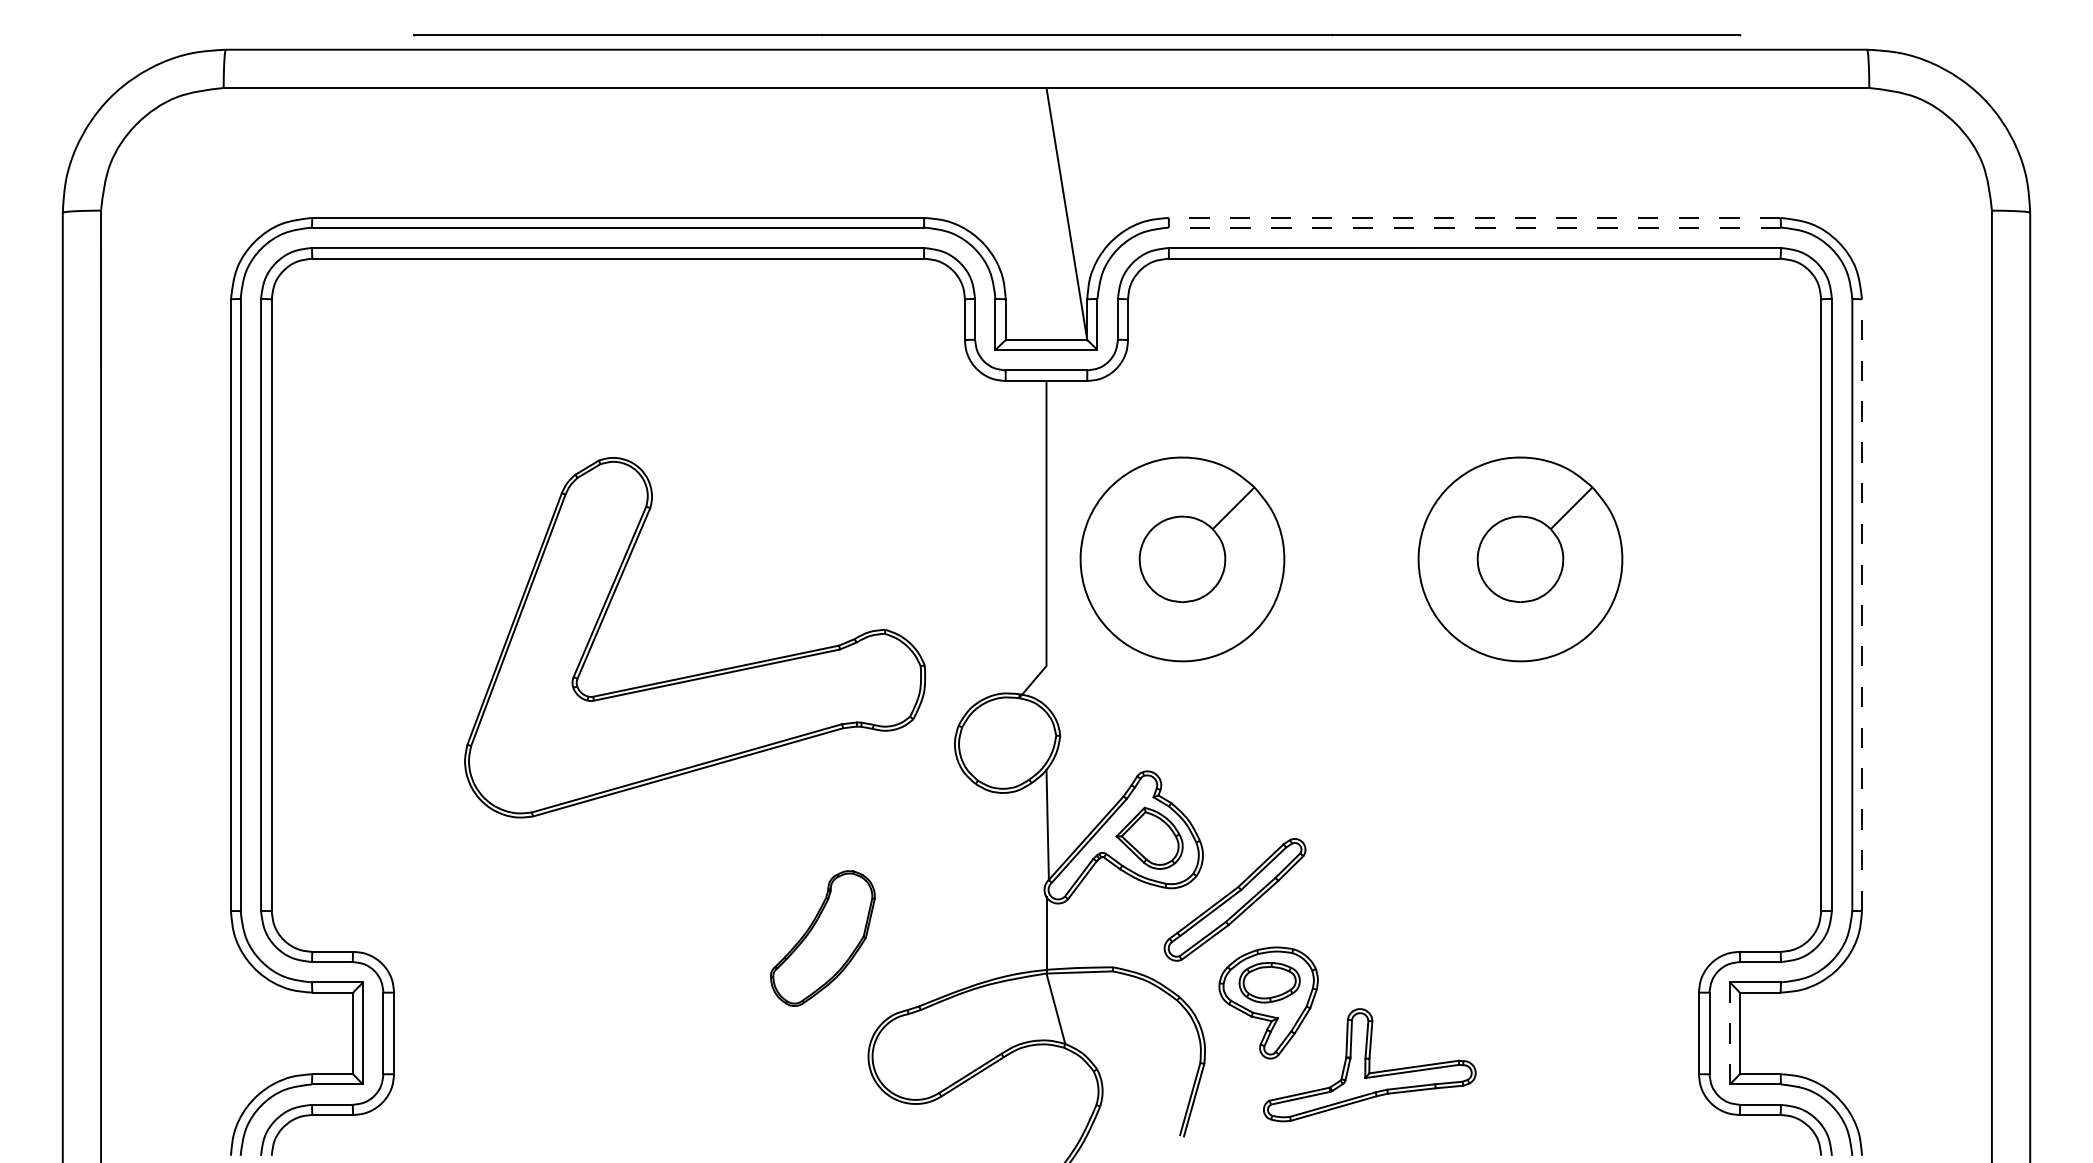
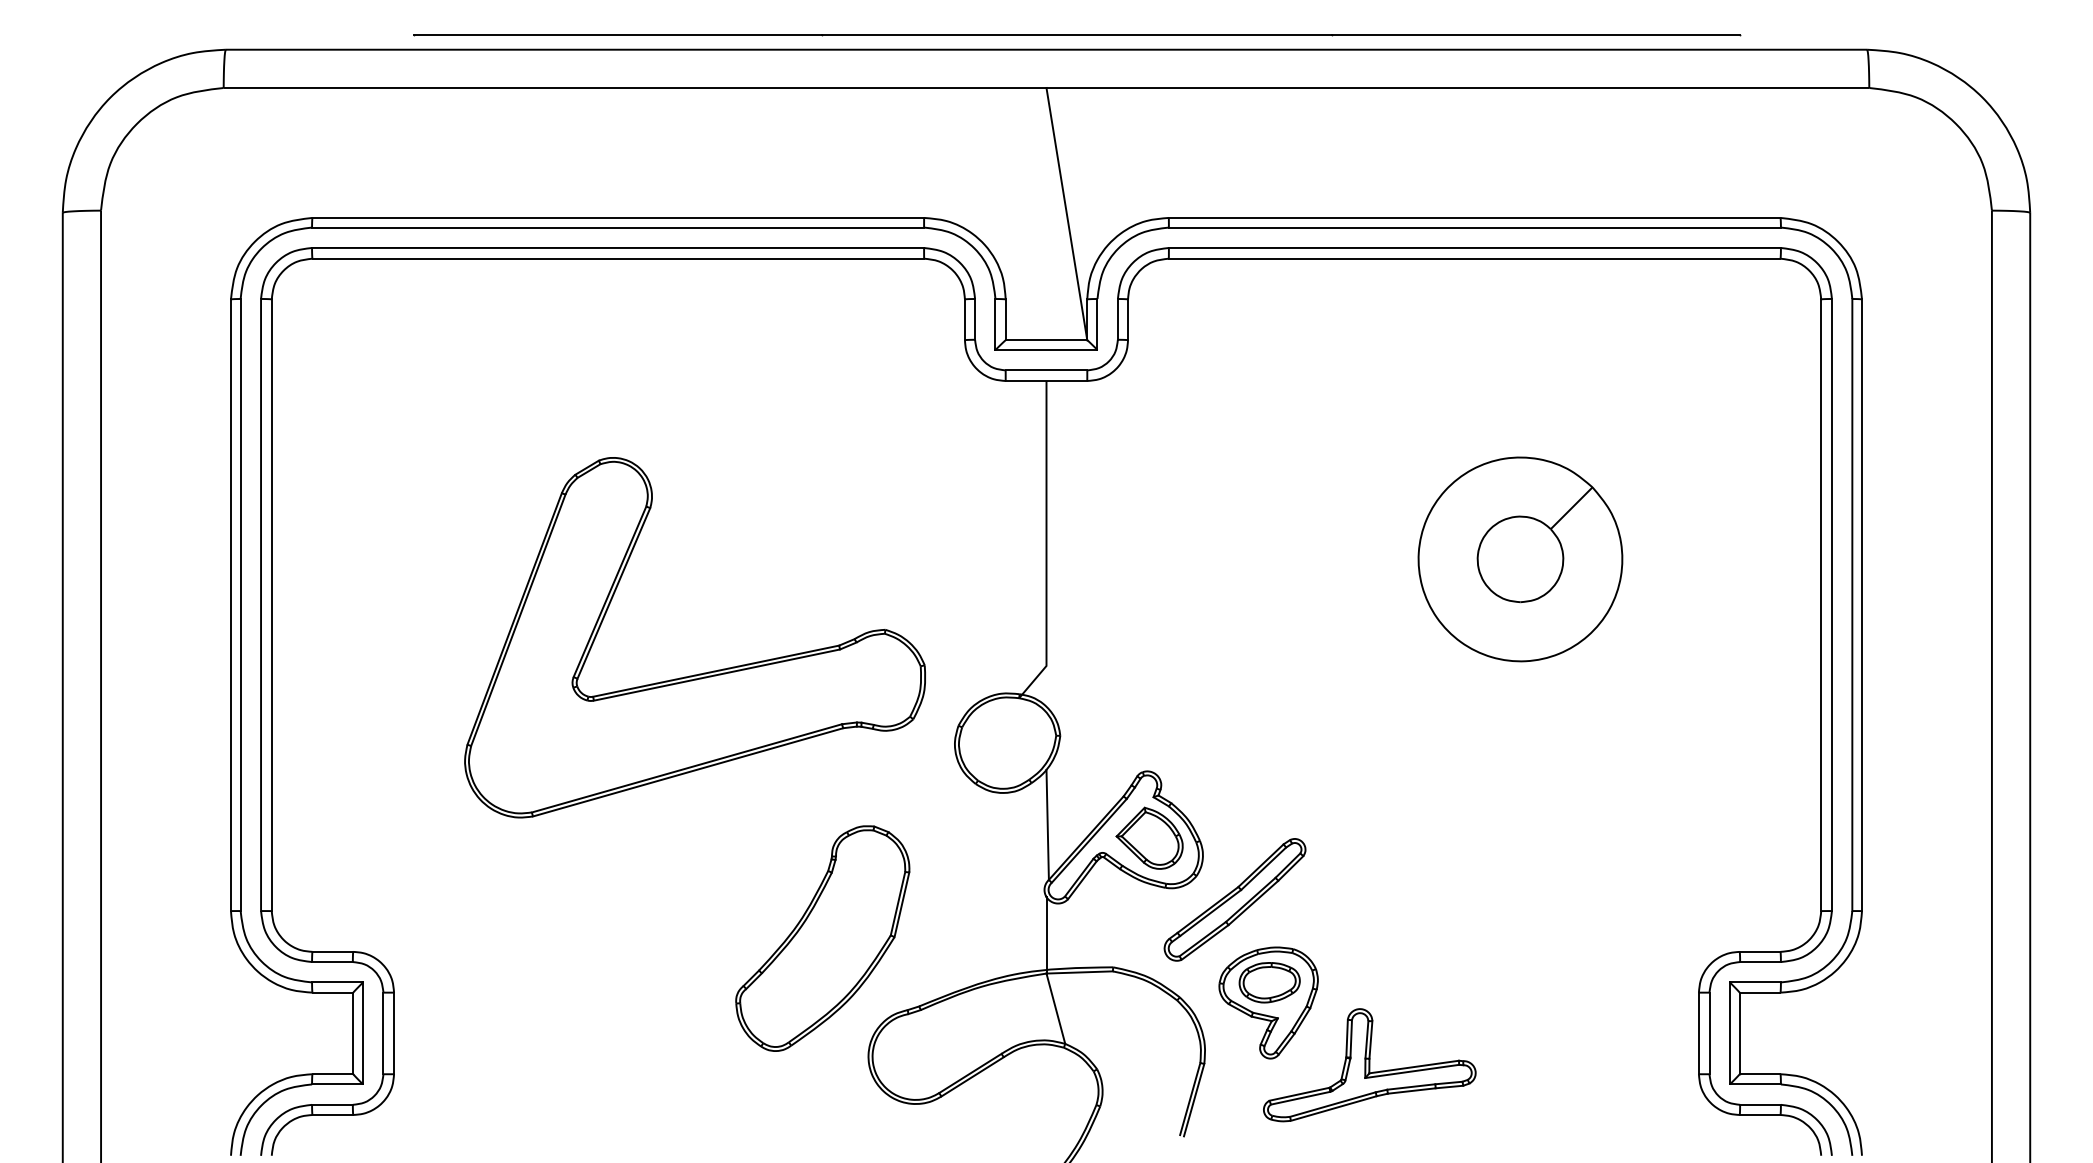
line at (1474, 217): dashed -> solid
line at (1474, 227): dashed -> solid
part at (1182, 559): present -> none
line at (1862, 605): dashed -> solid
part at (822, 938) size: 106x137 px -> 176x227 px
line at (1729, 1032): dashed -> solid
